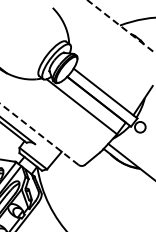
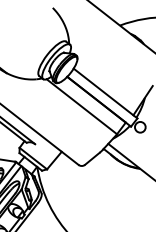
line at (121, 26): dashed -> solid
line at (39, 134): dashed -> solid
